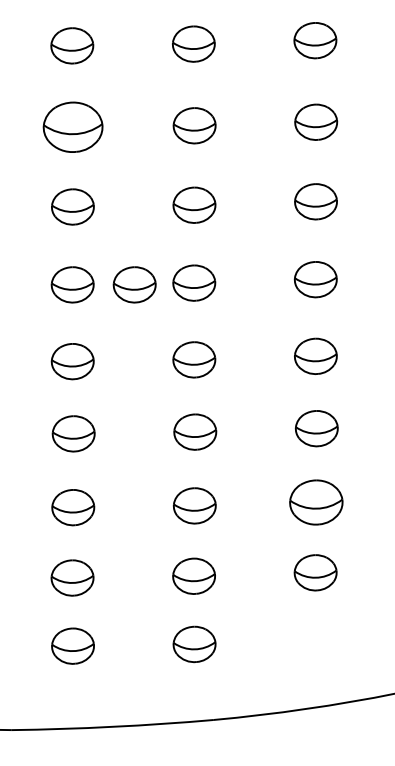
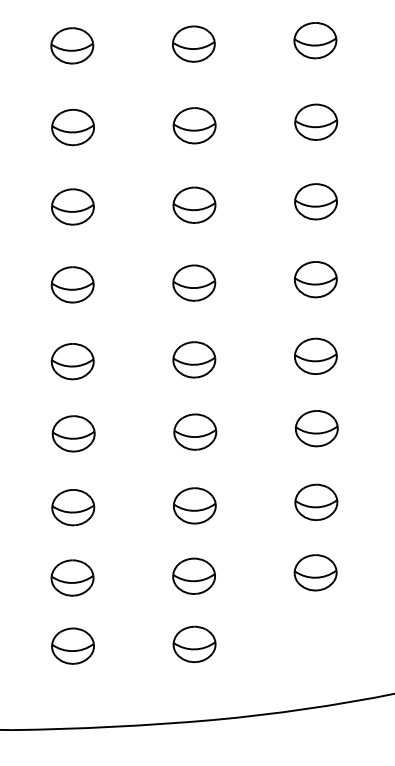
part at (72, 126) size: 62x52 px -> 44x38 px
part at (134, 284): present -> none
part at (316, 502) size: 55x47 px -> 45x38 px
